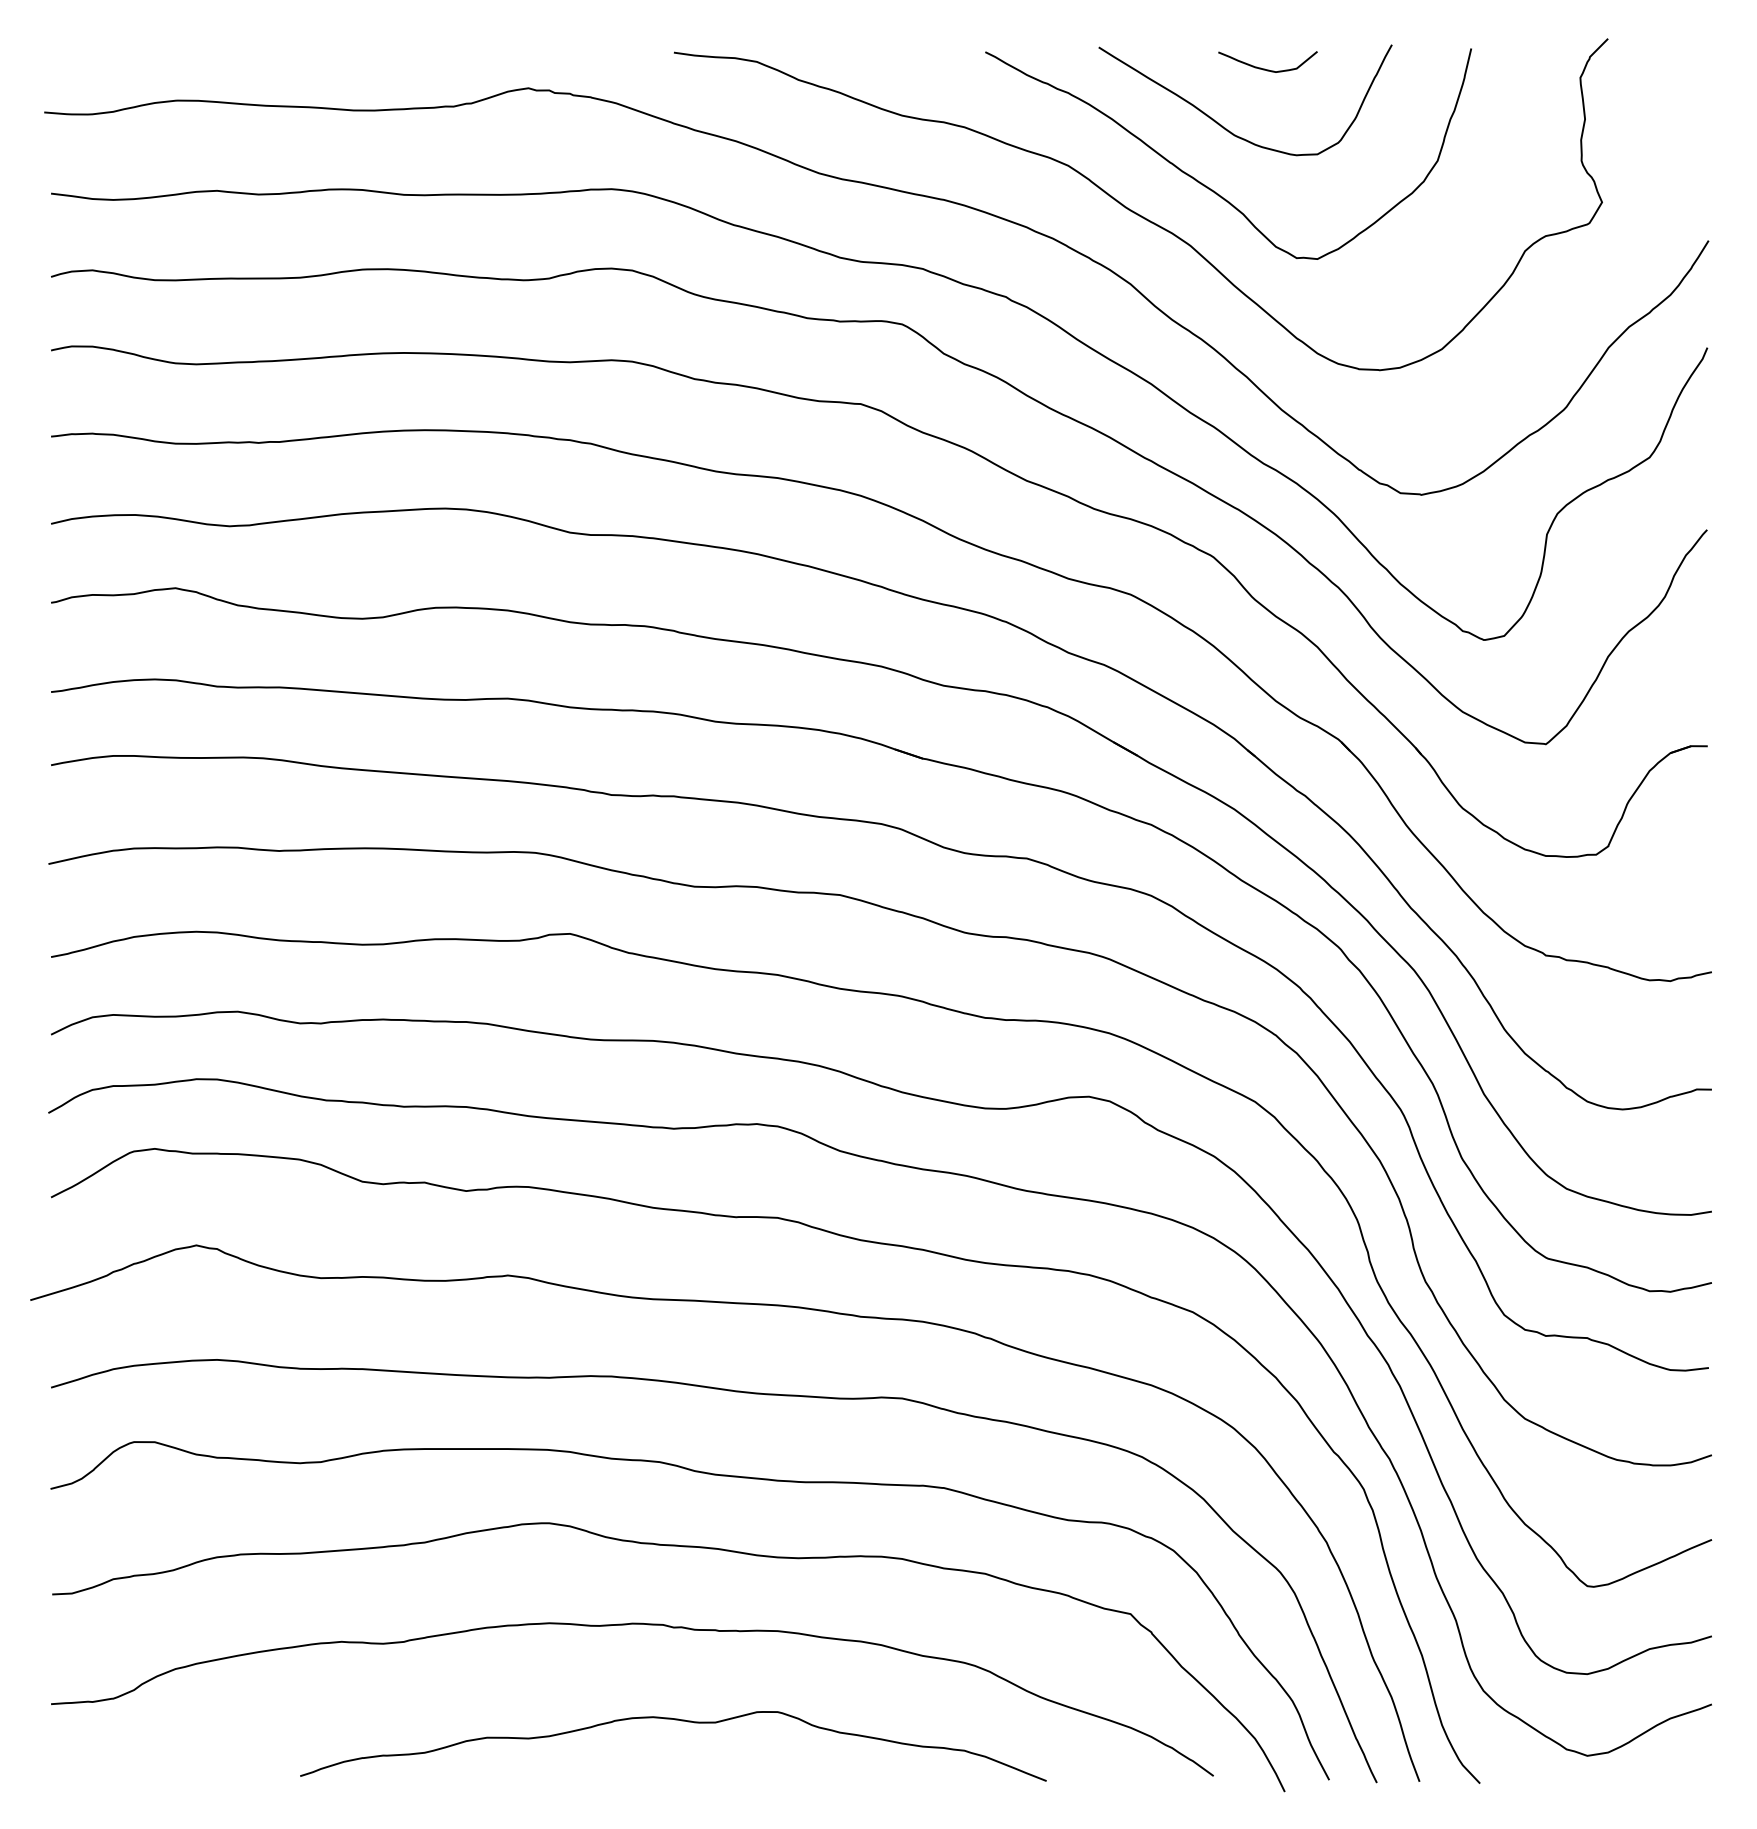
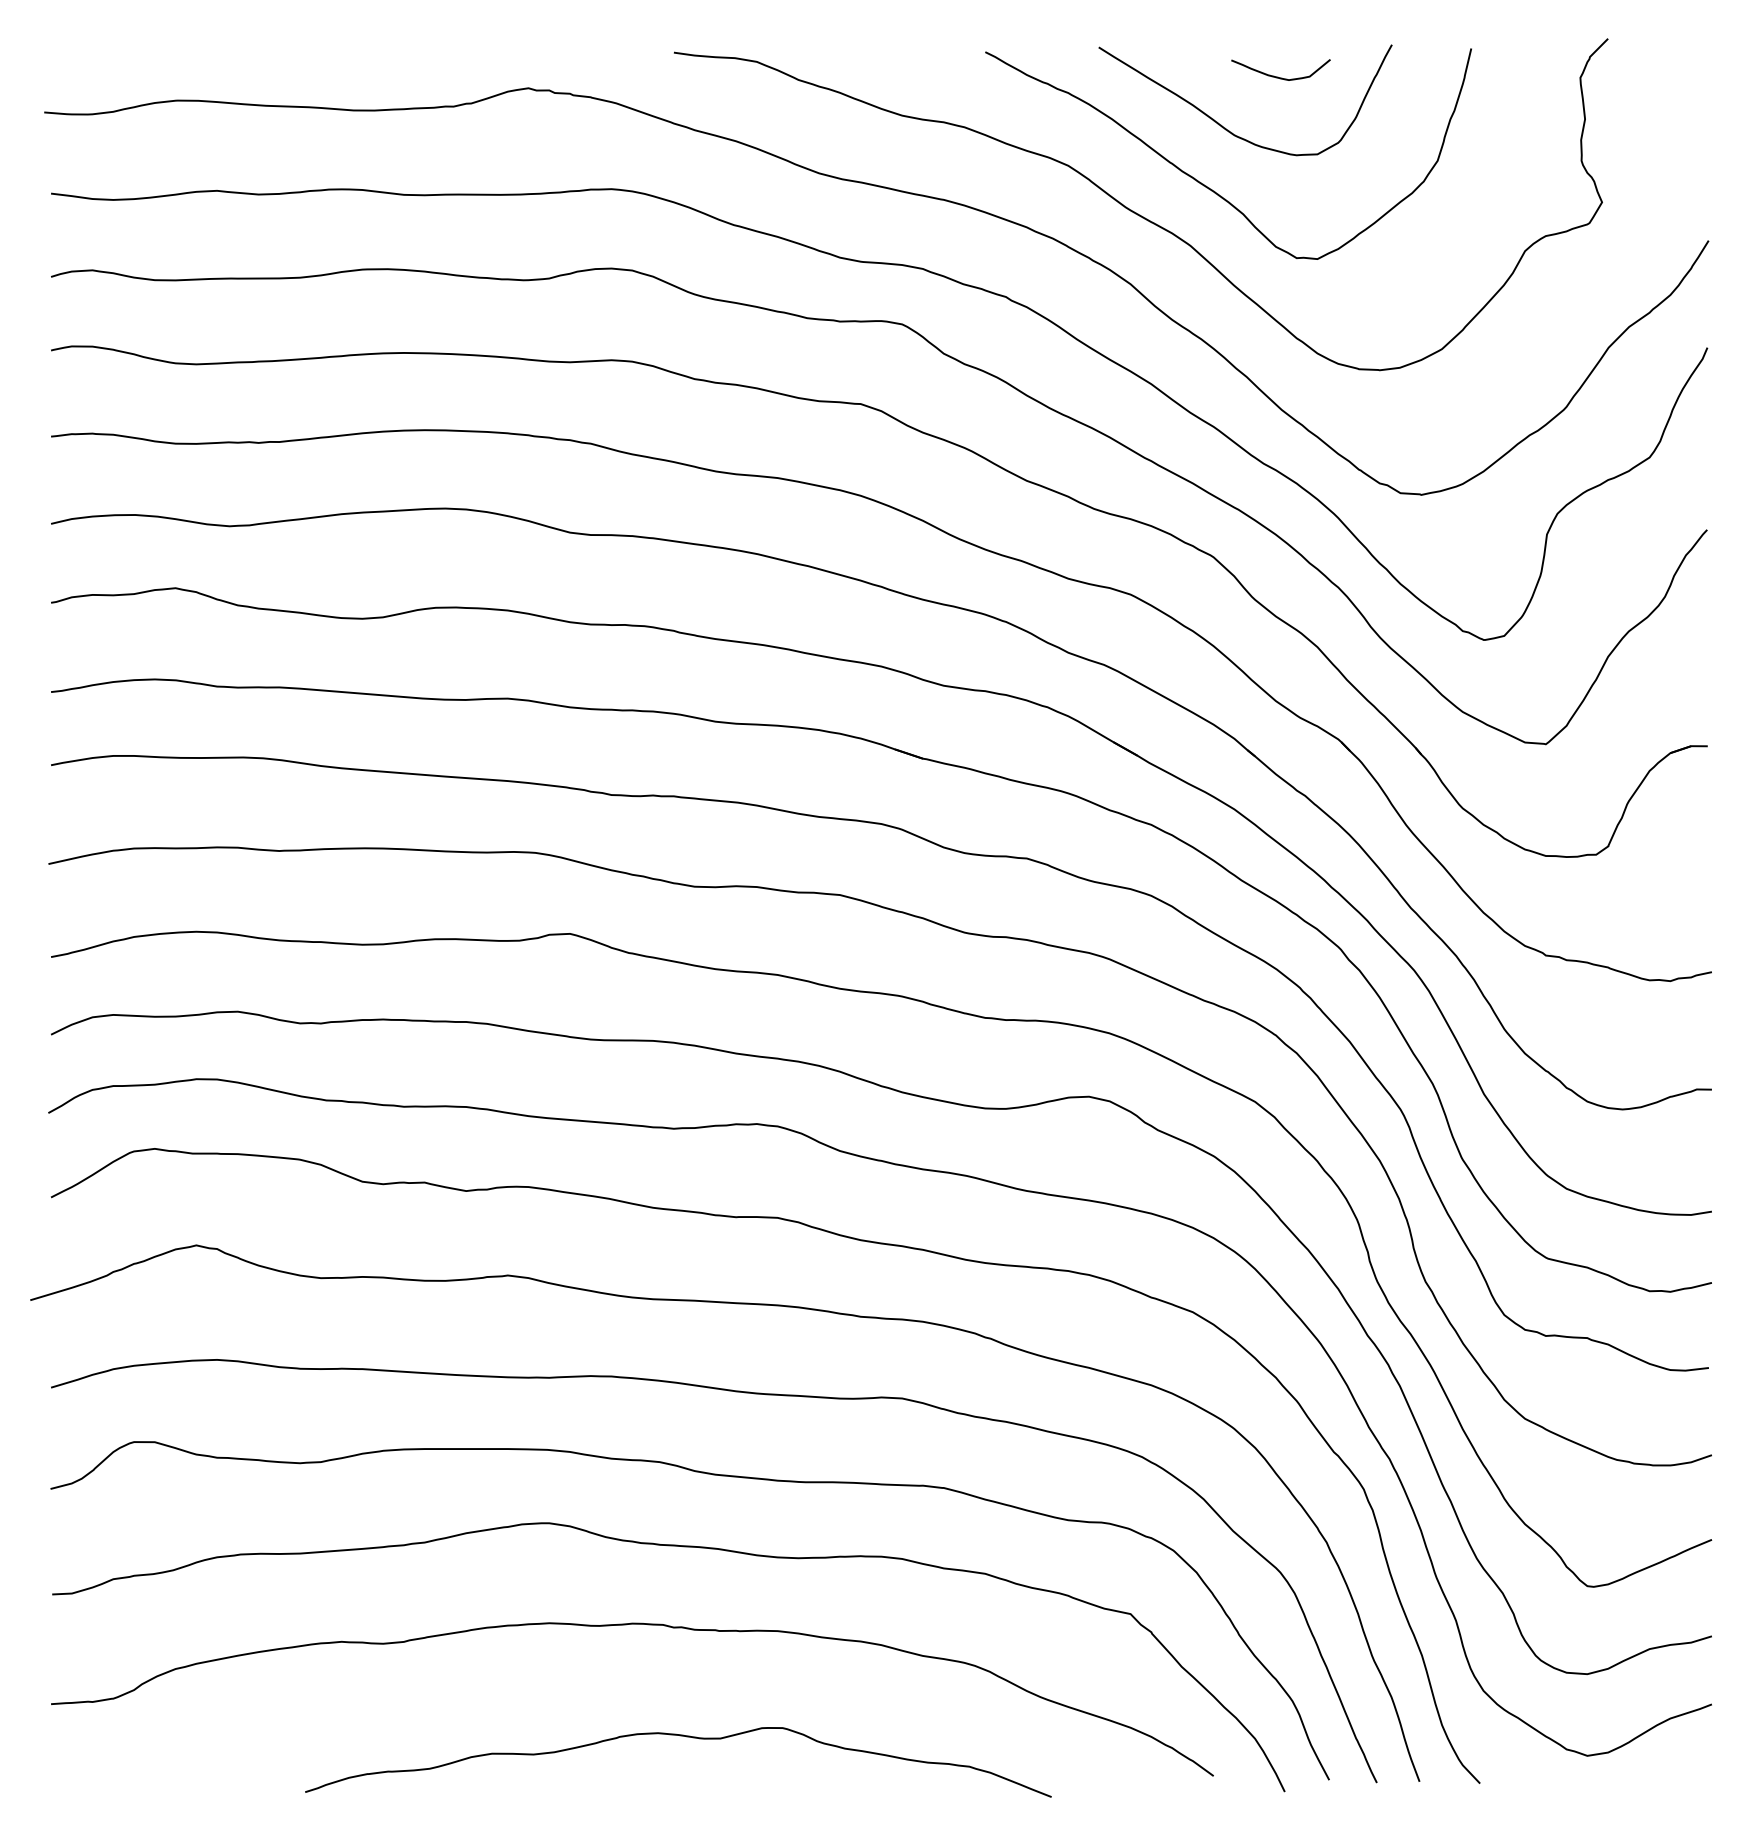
curve at (1265, 68) position: (1265, 68) -> (1278, 76)
curve at (675, 1720) position: (675, 1720) -> (680, 1736)
